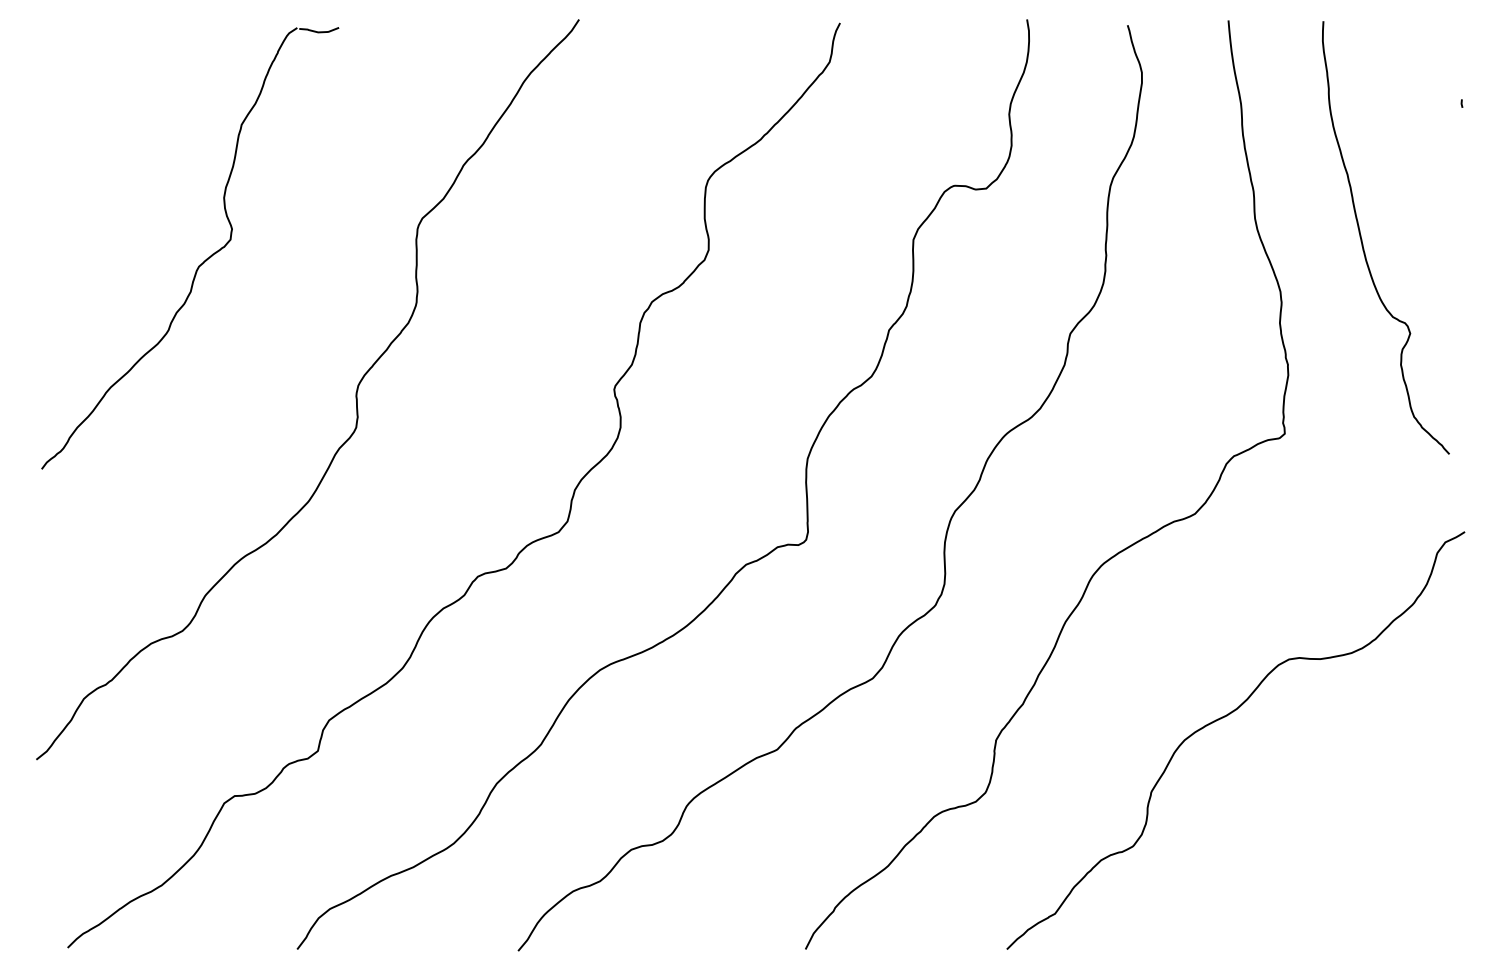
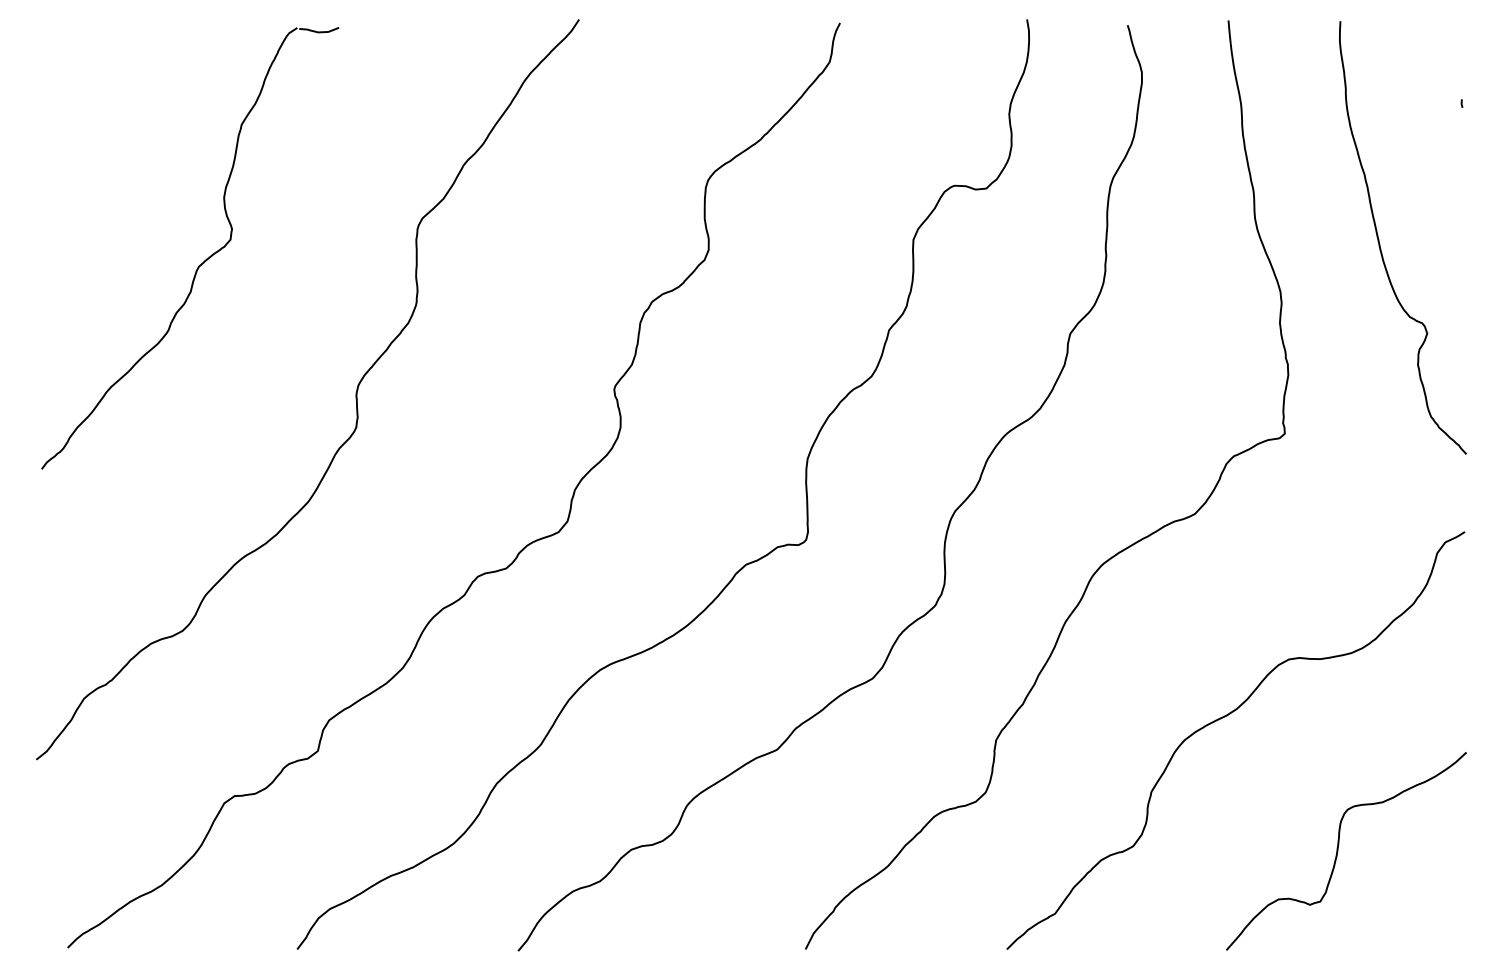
curve at (1363, 243) position: (1363, 243) -> (1380, 243)
curve at (1338, 851): none -> present
